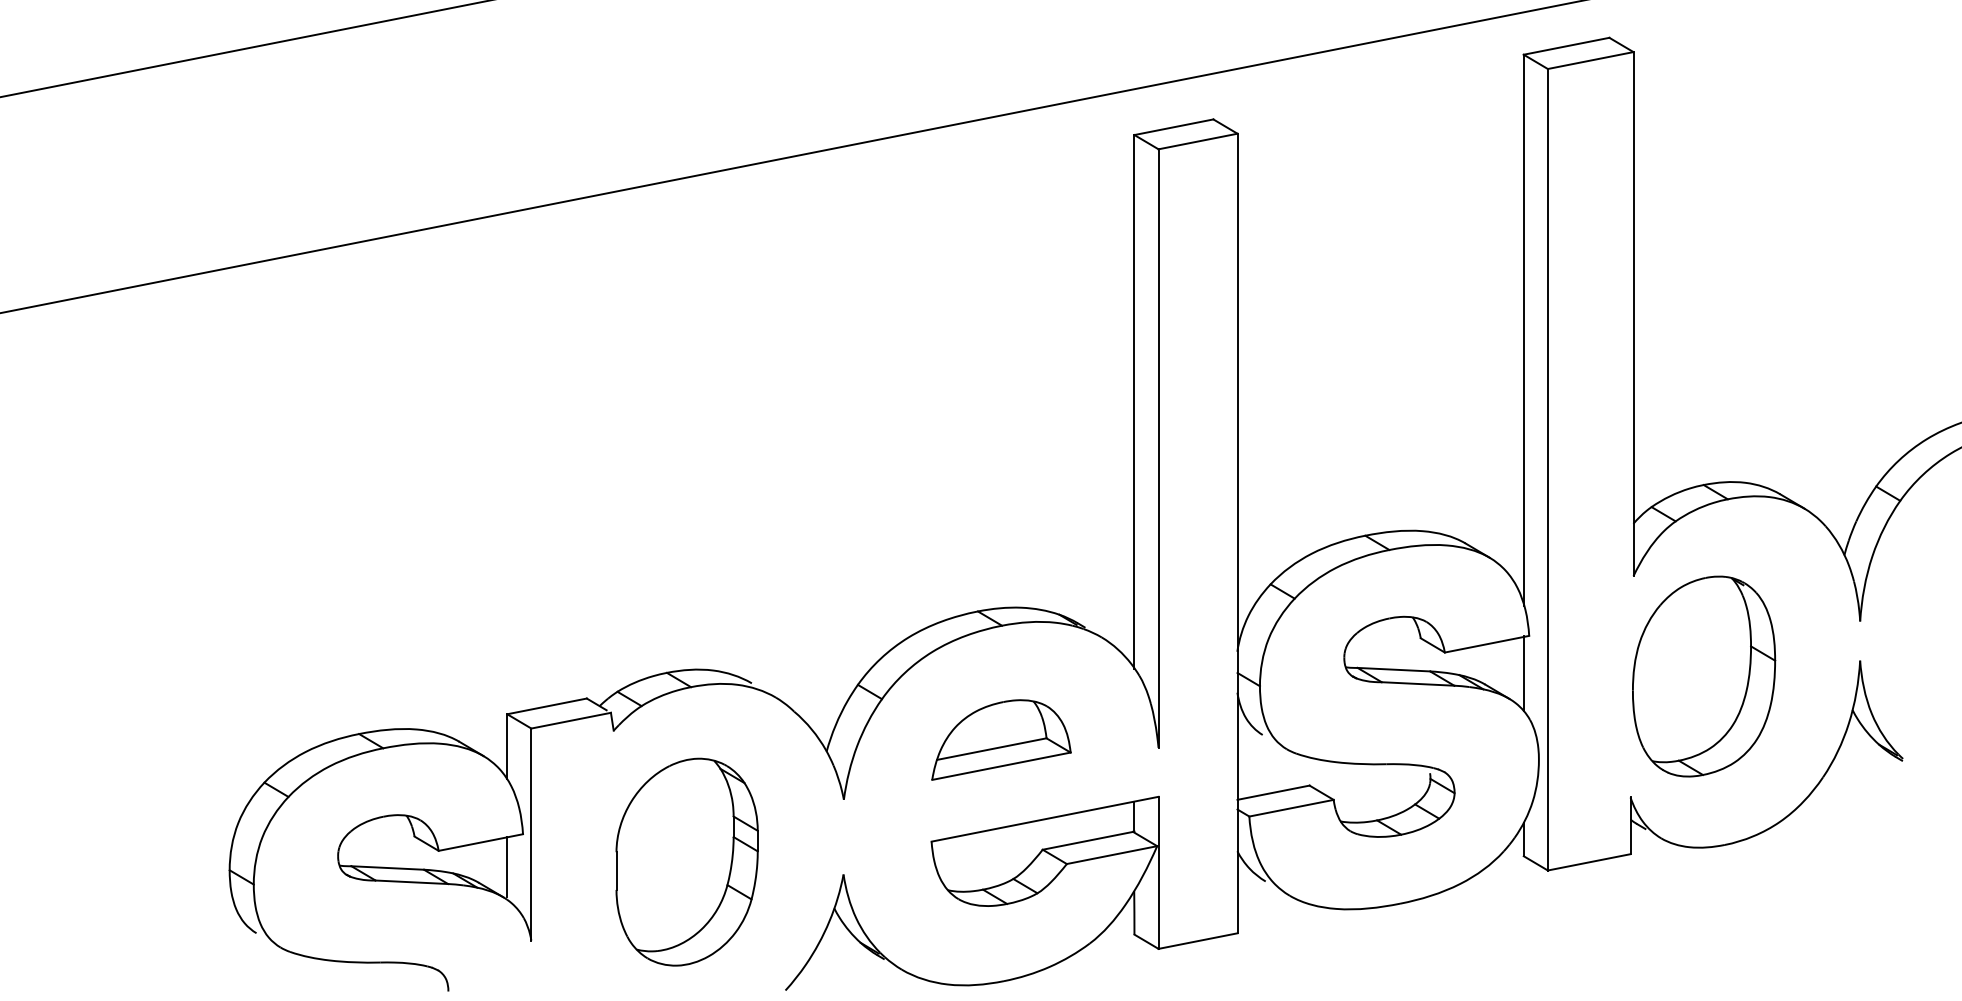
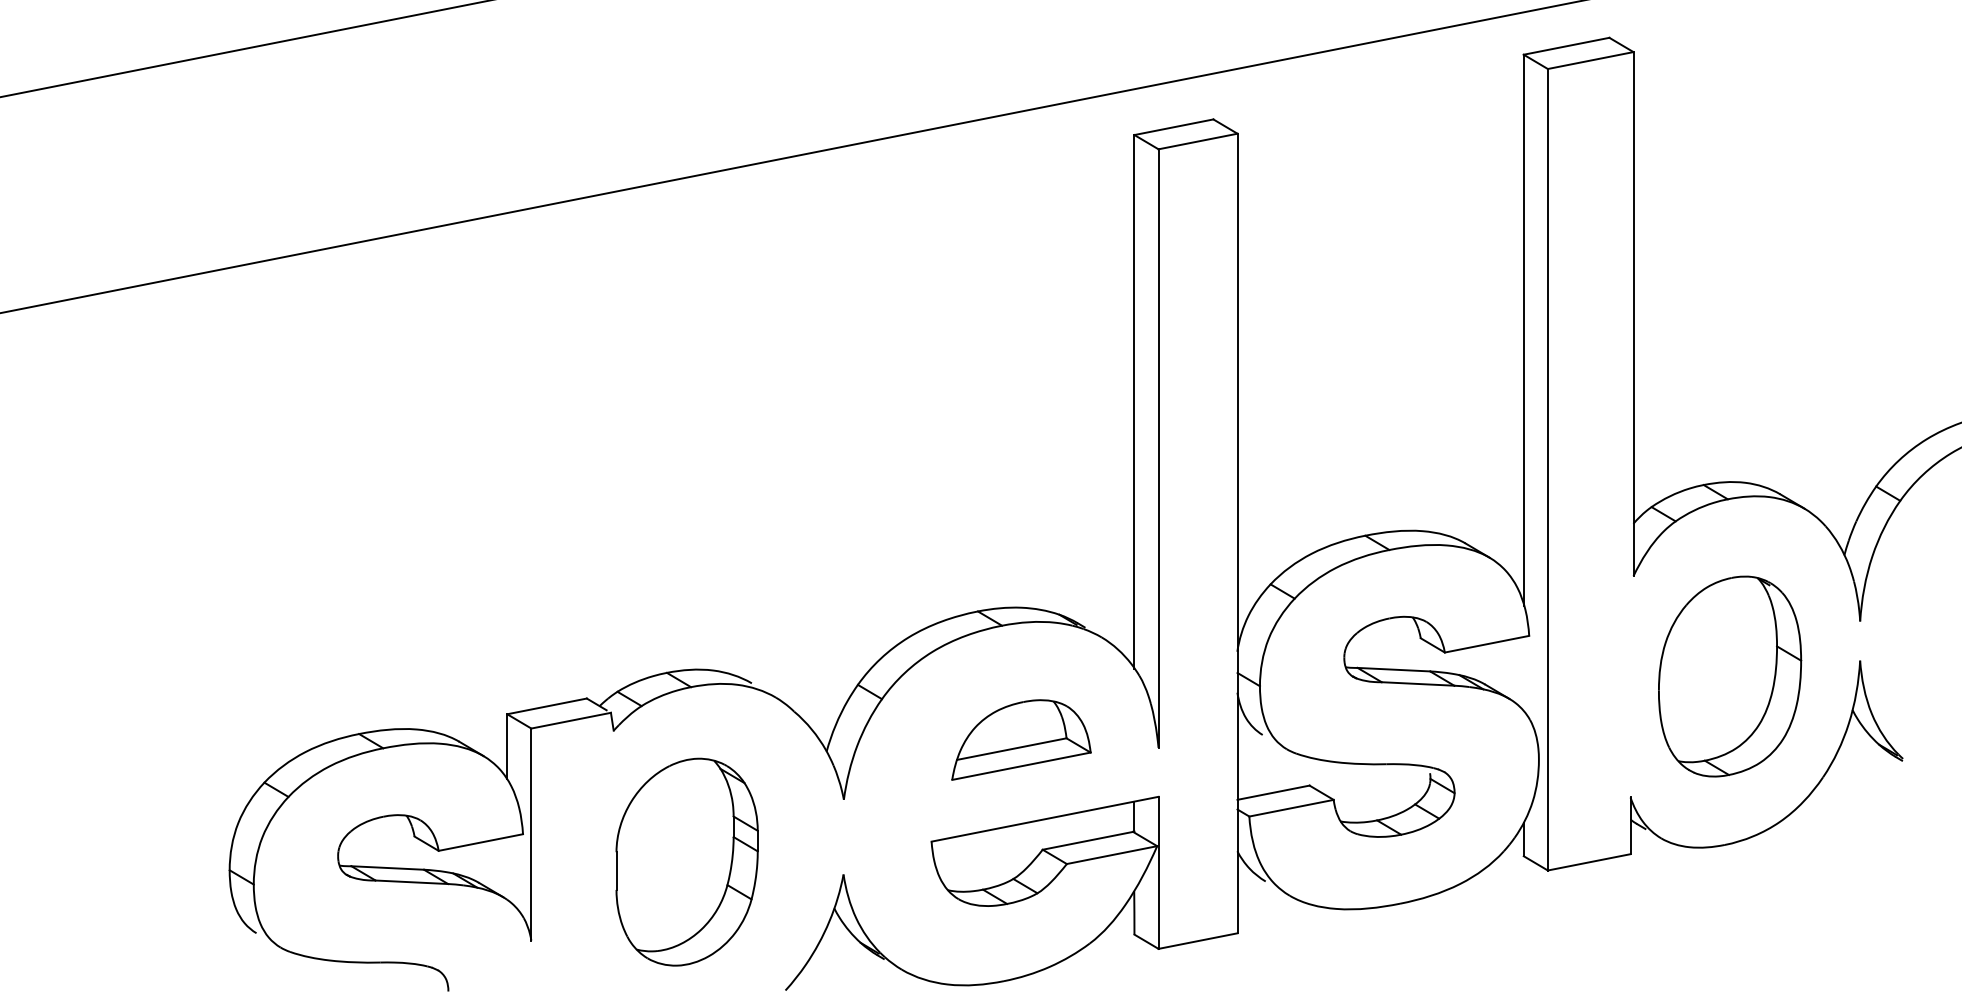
line at (1523, 673): present -> none
part at (1704, 676) position: (1704, 676) -> (1730, 676)
part at (1001, 739) position: (1001, 739) -> (1021, 739)
line at (507, 867): present -> none
